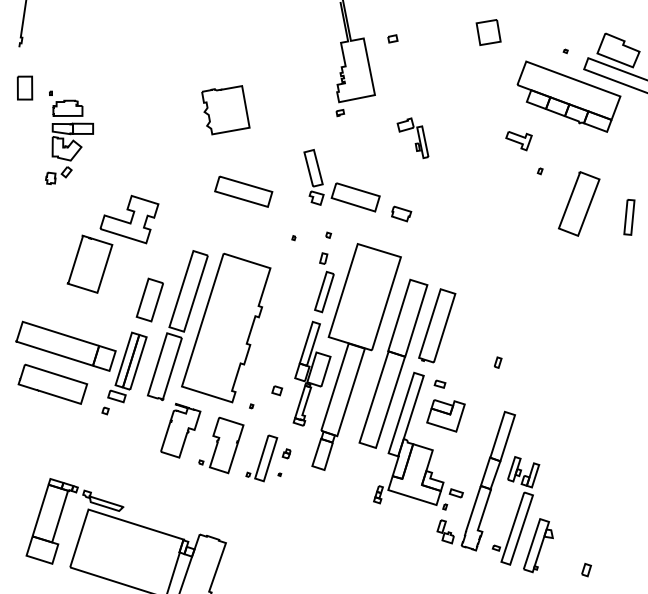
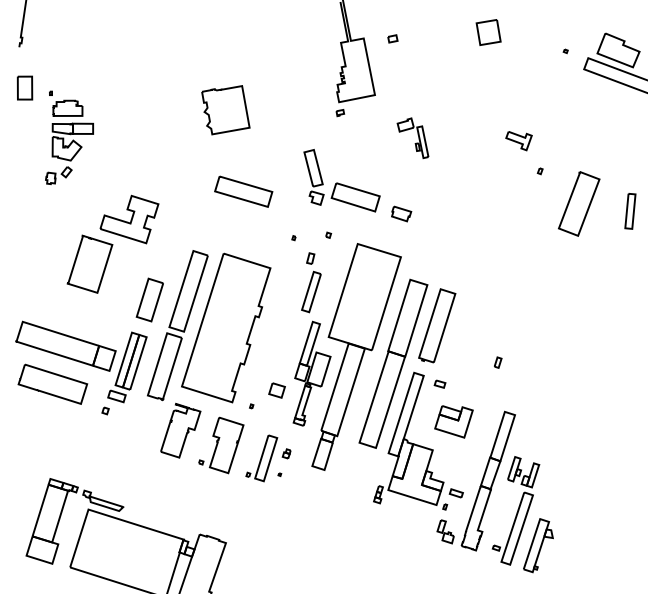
part at (568, 96): present -> none
part at (629, 217) position: (629, 217) -> (630, 211)
part at (324, 282) position: (324, 282) -> (311, 282)
part at (277, 390) size: 13x12 px -> 18x17 px
part at (445, 415) position: (445, 415) -> (453, 421)
part at (586, 570): present -> none
